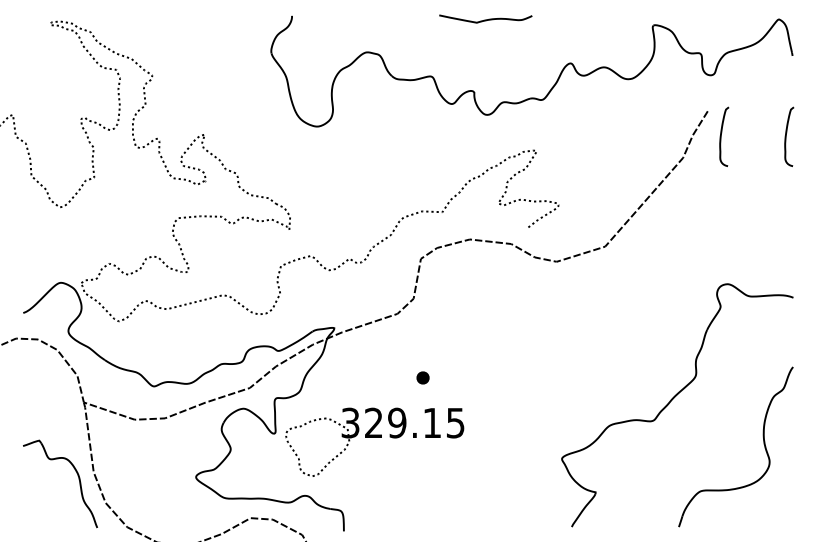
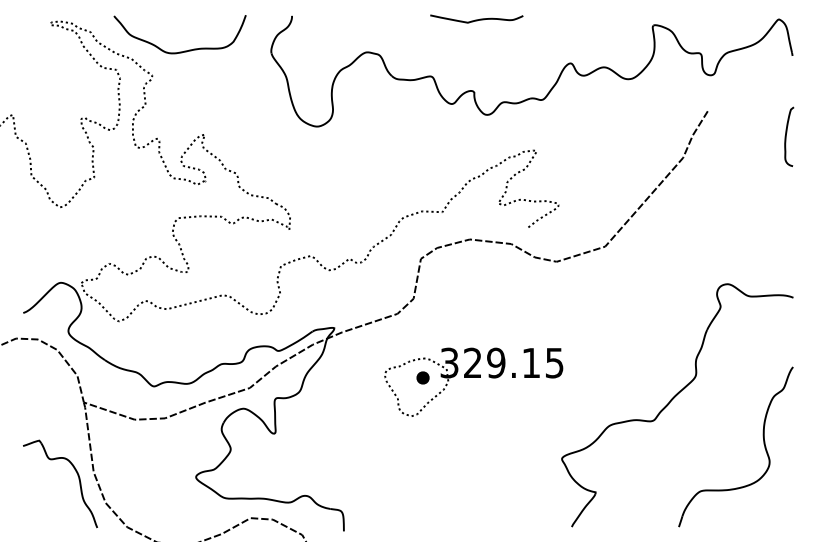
curve at (485, 19) position: (485, 19) -> (476, 19)
curve at (184, 50): none -> present
curve at (721, 136): present -> none
part at (374, 441) position: (374, 441) -> (473, 381)
